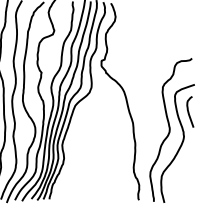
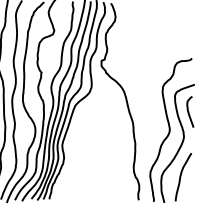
curve at (181, 177): none -> present
